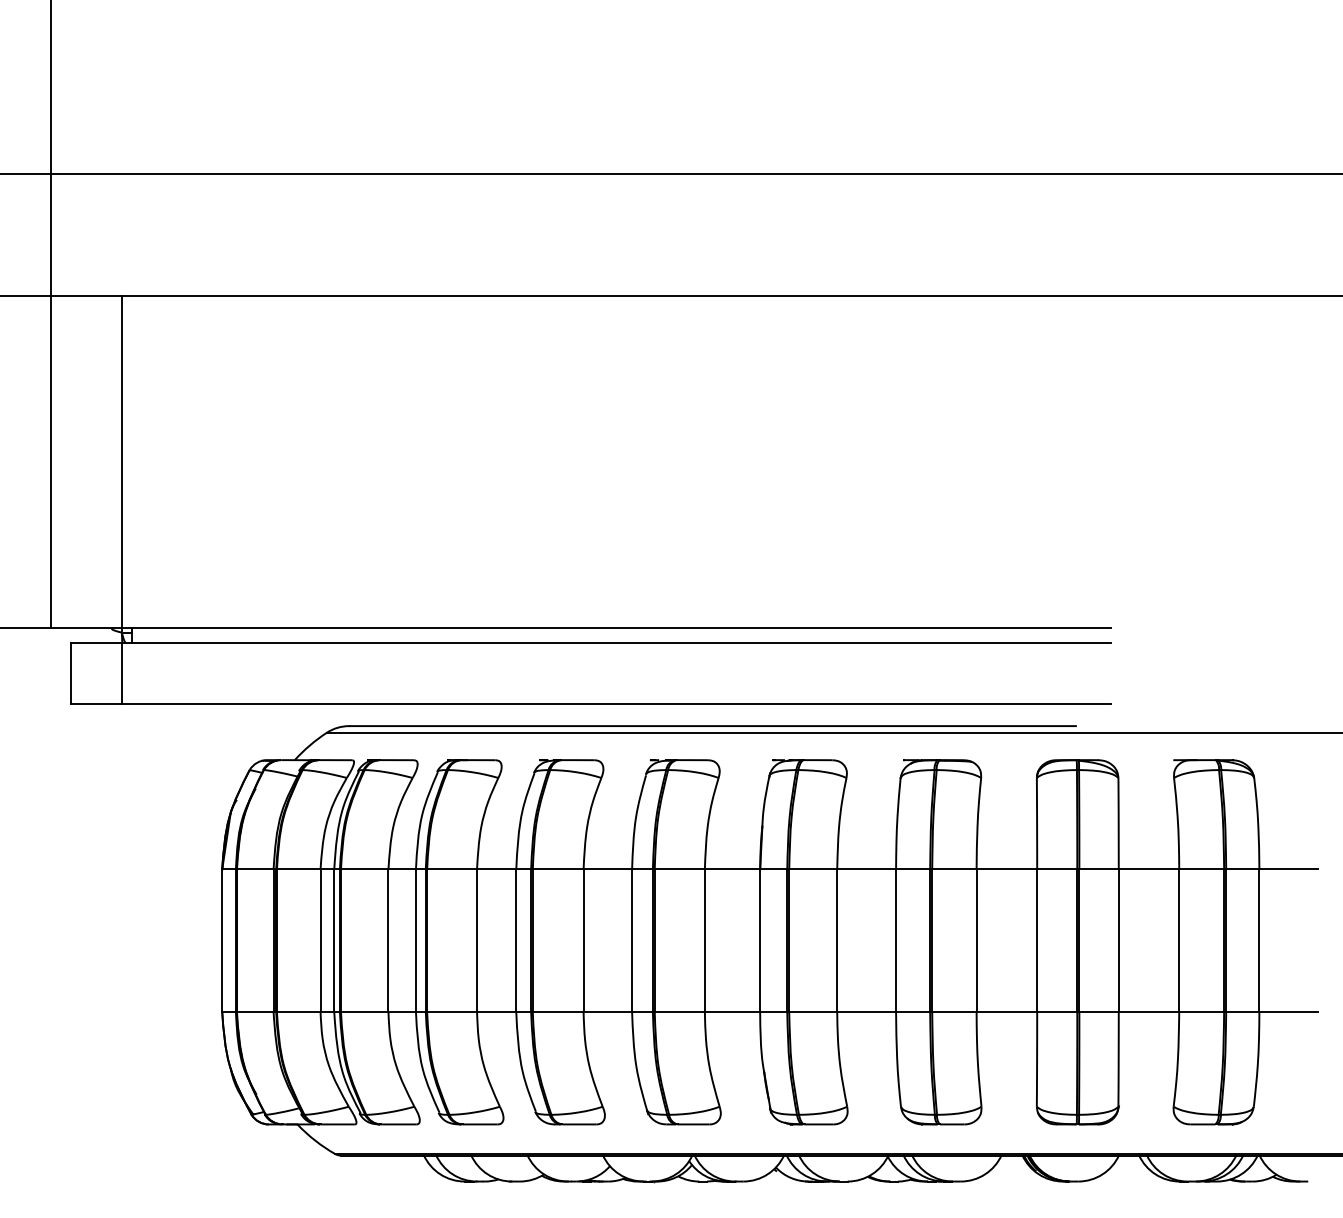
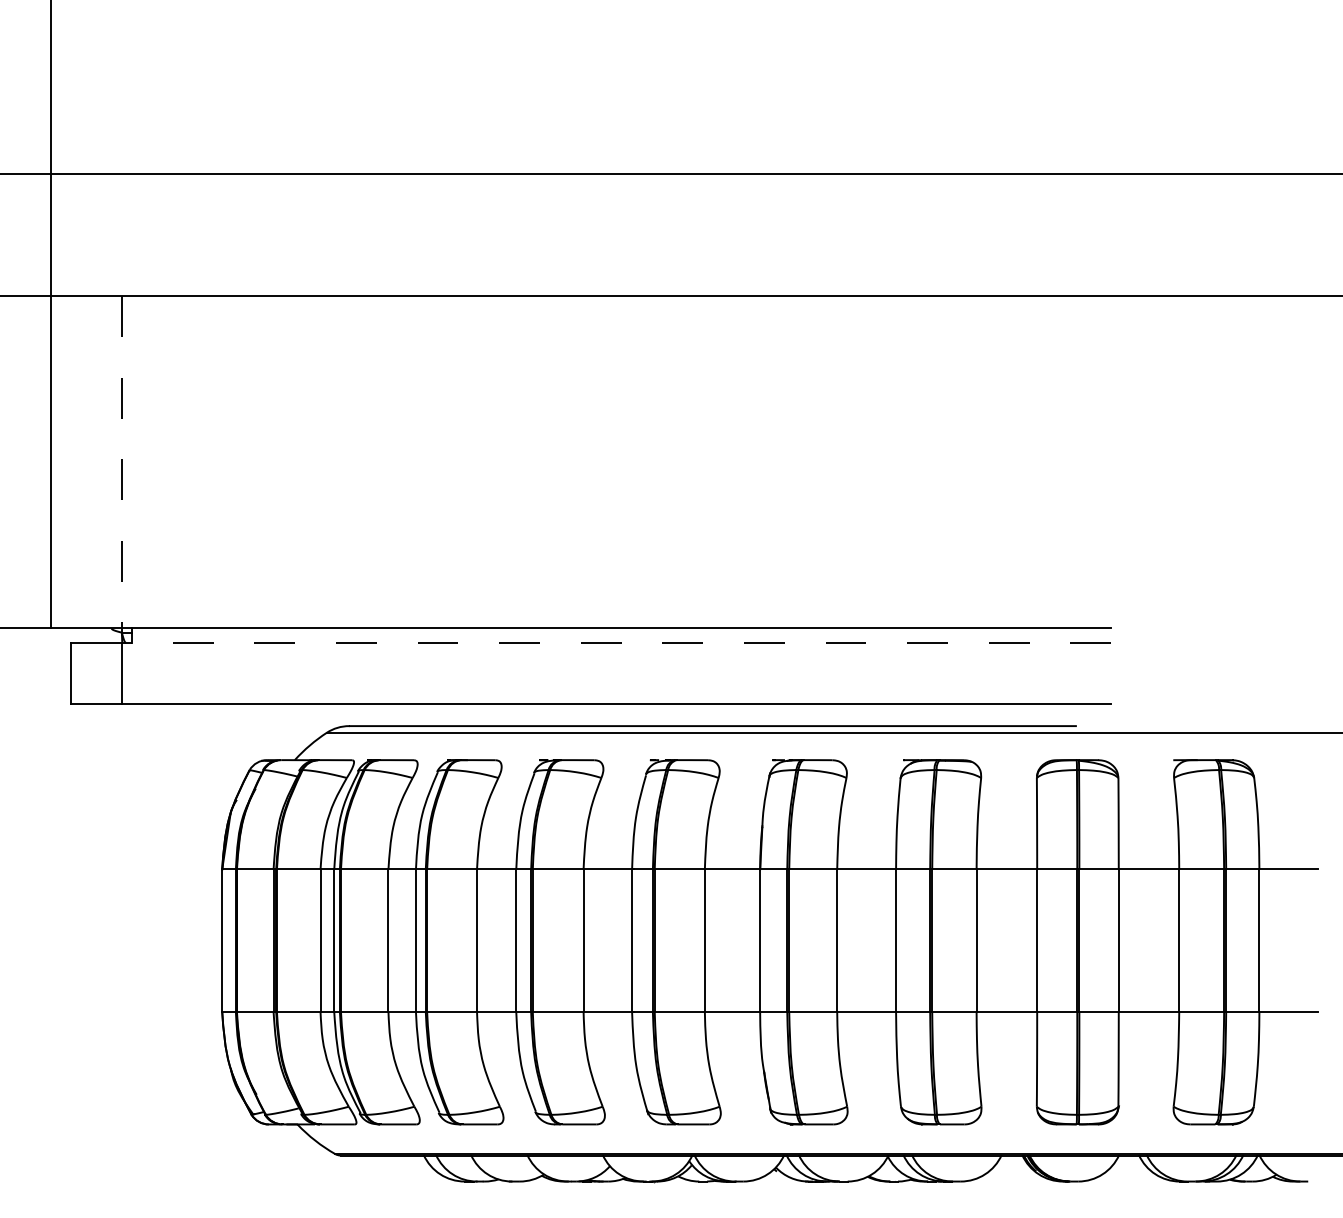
line at (121, 462): solid -> dashed
line at (616, 642): solid -> dashed
